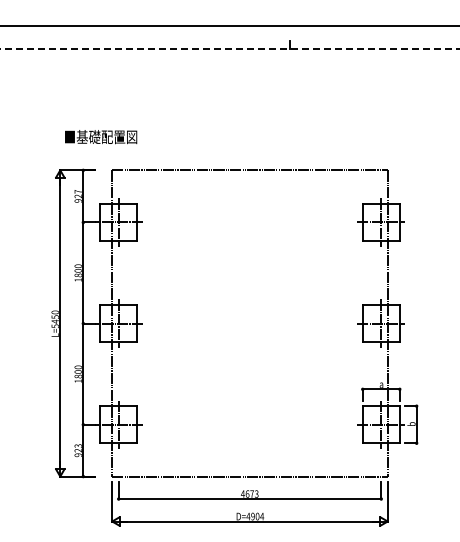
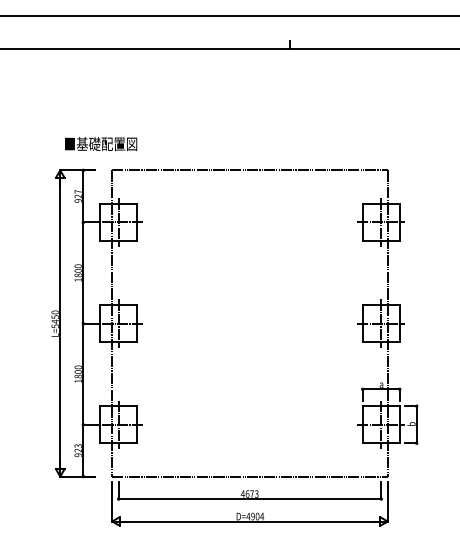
line at (229, 26) position: (229, 26) -> (229, 16)
line at (229, 49): dashed -> solid
text at (101, 137) position: (101, 137) -> (101, 144)
